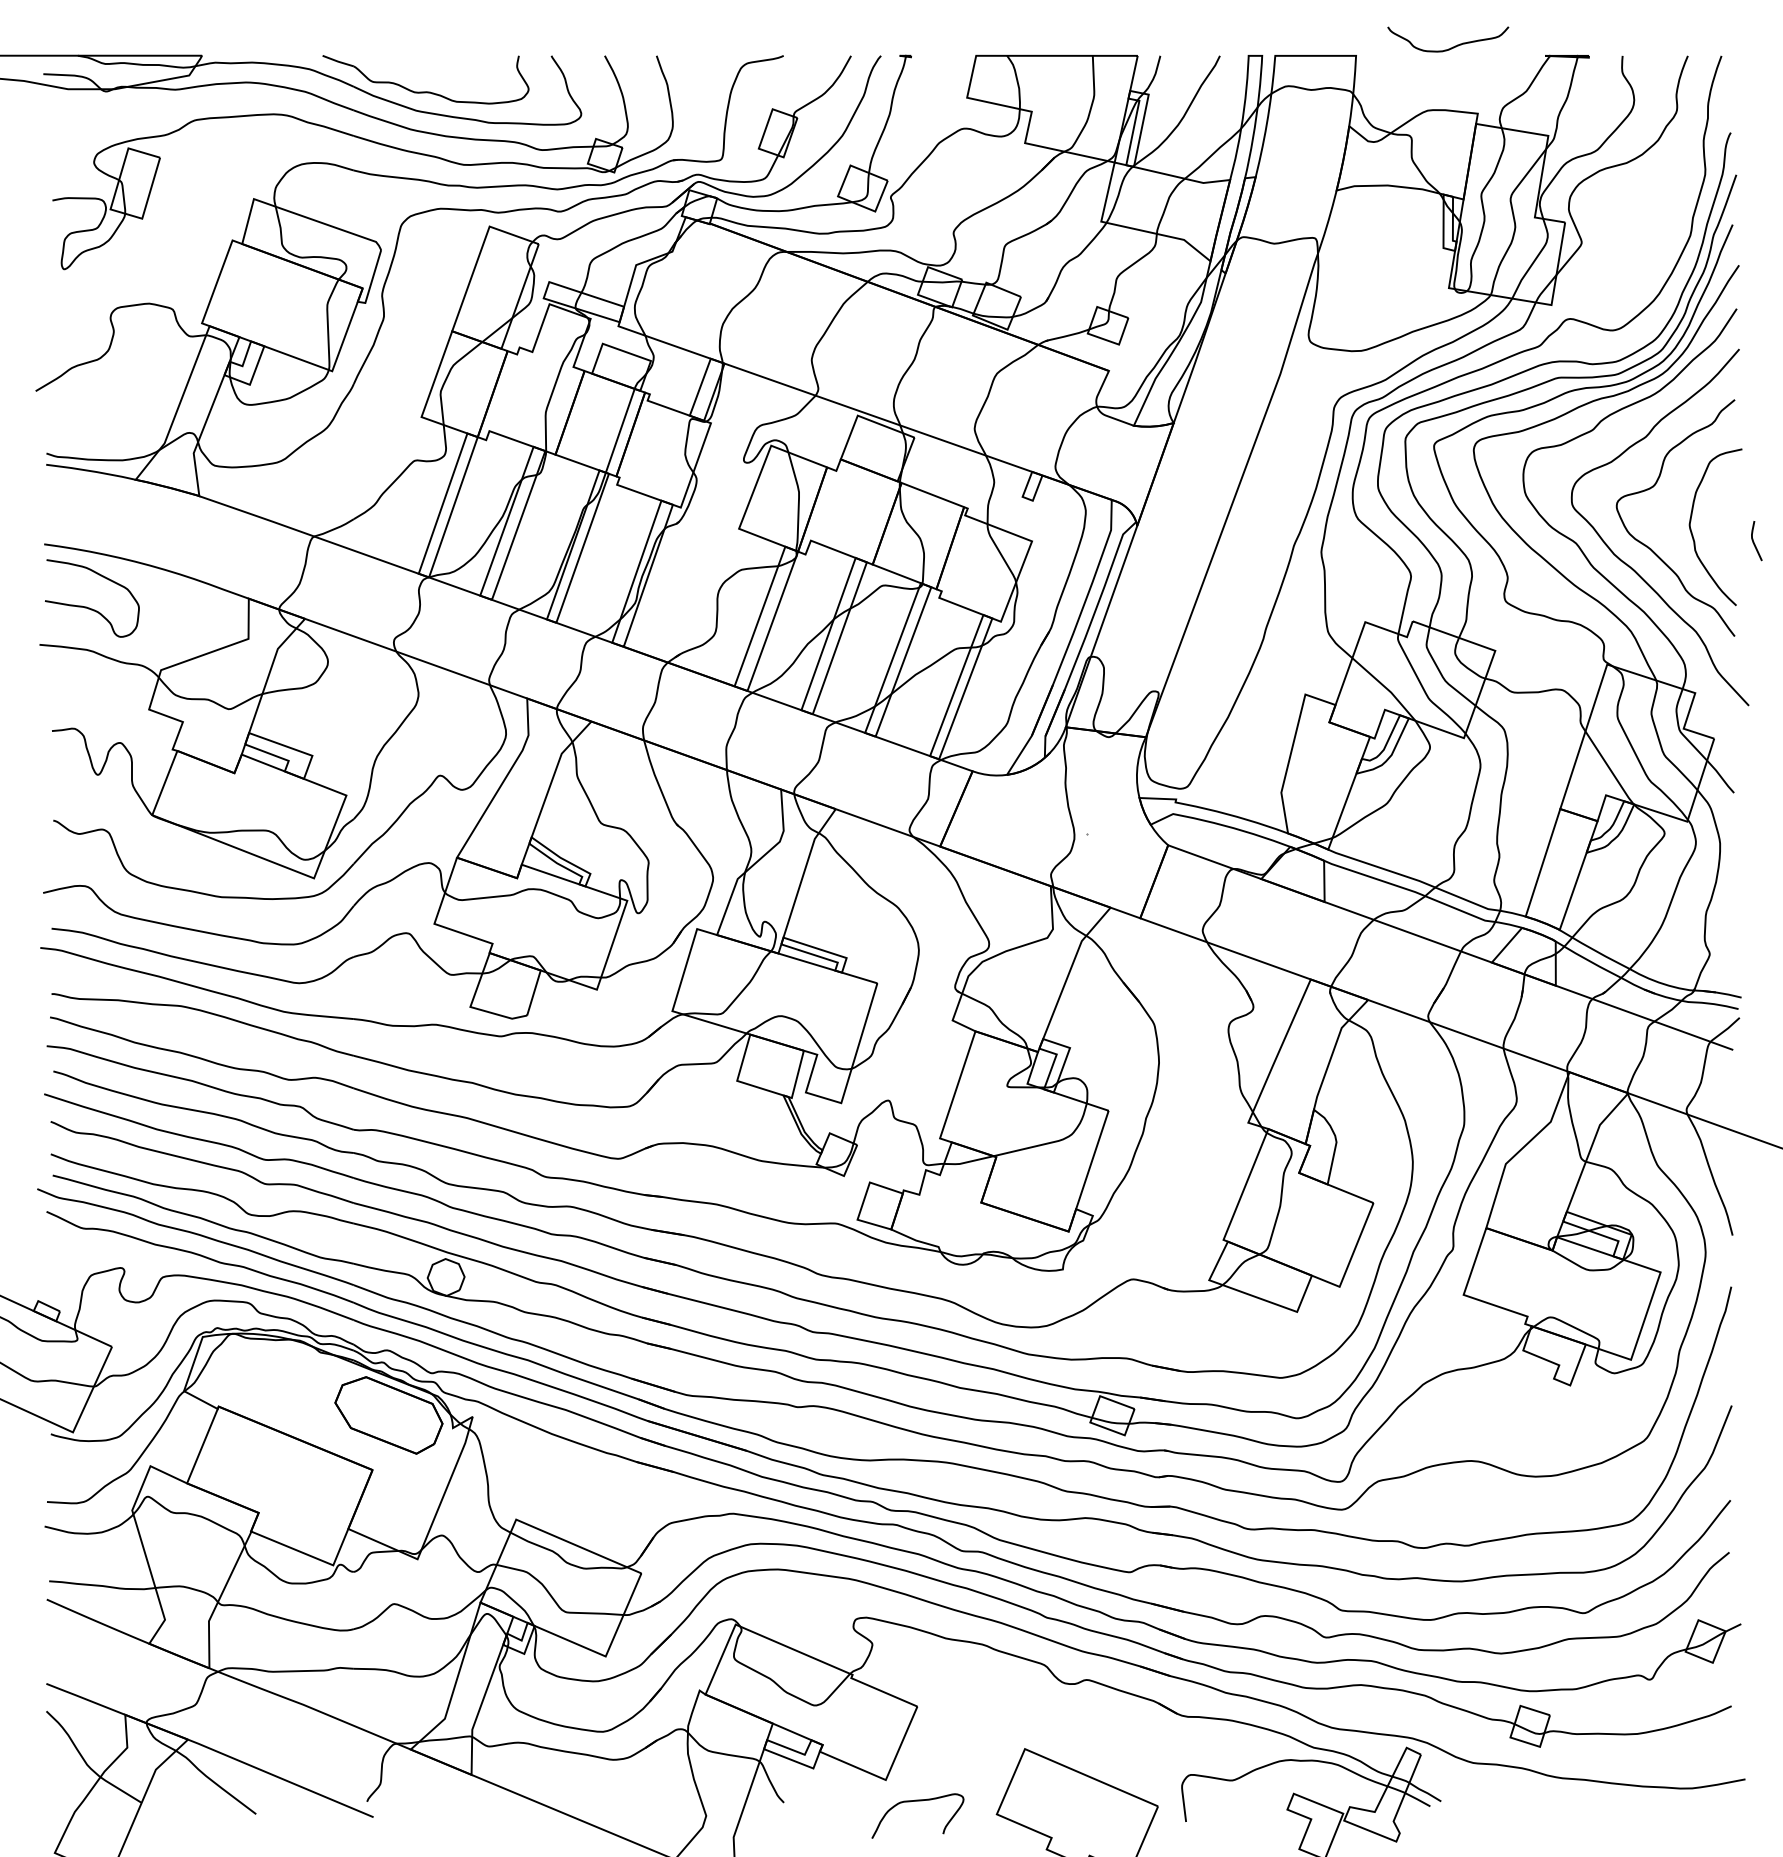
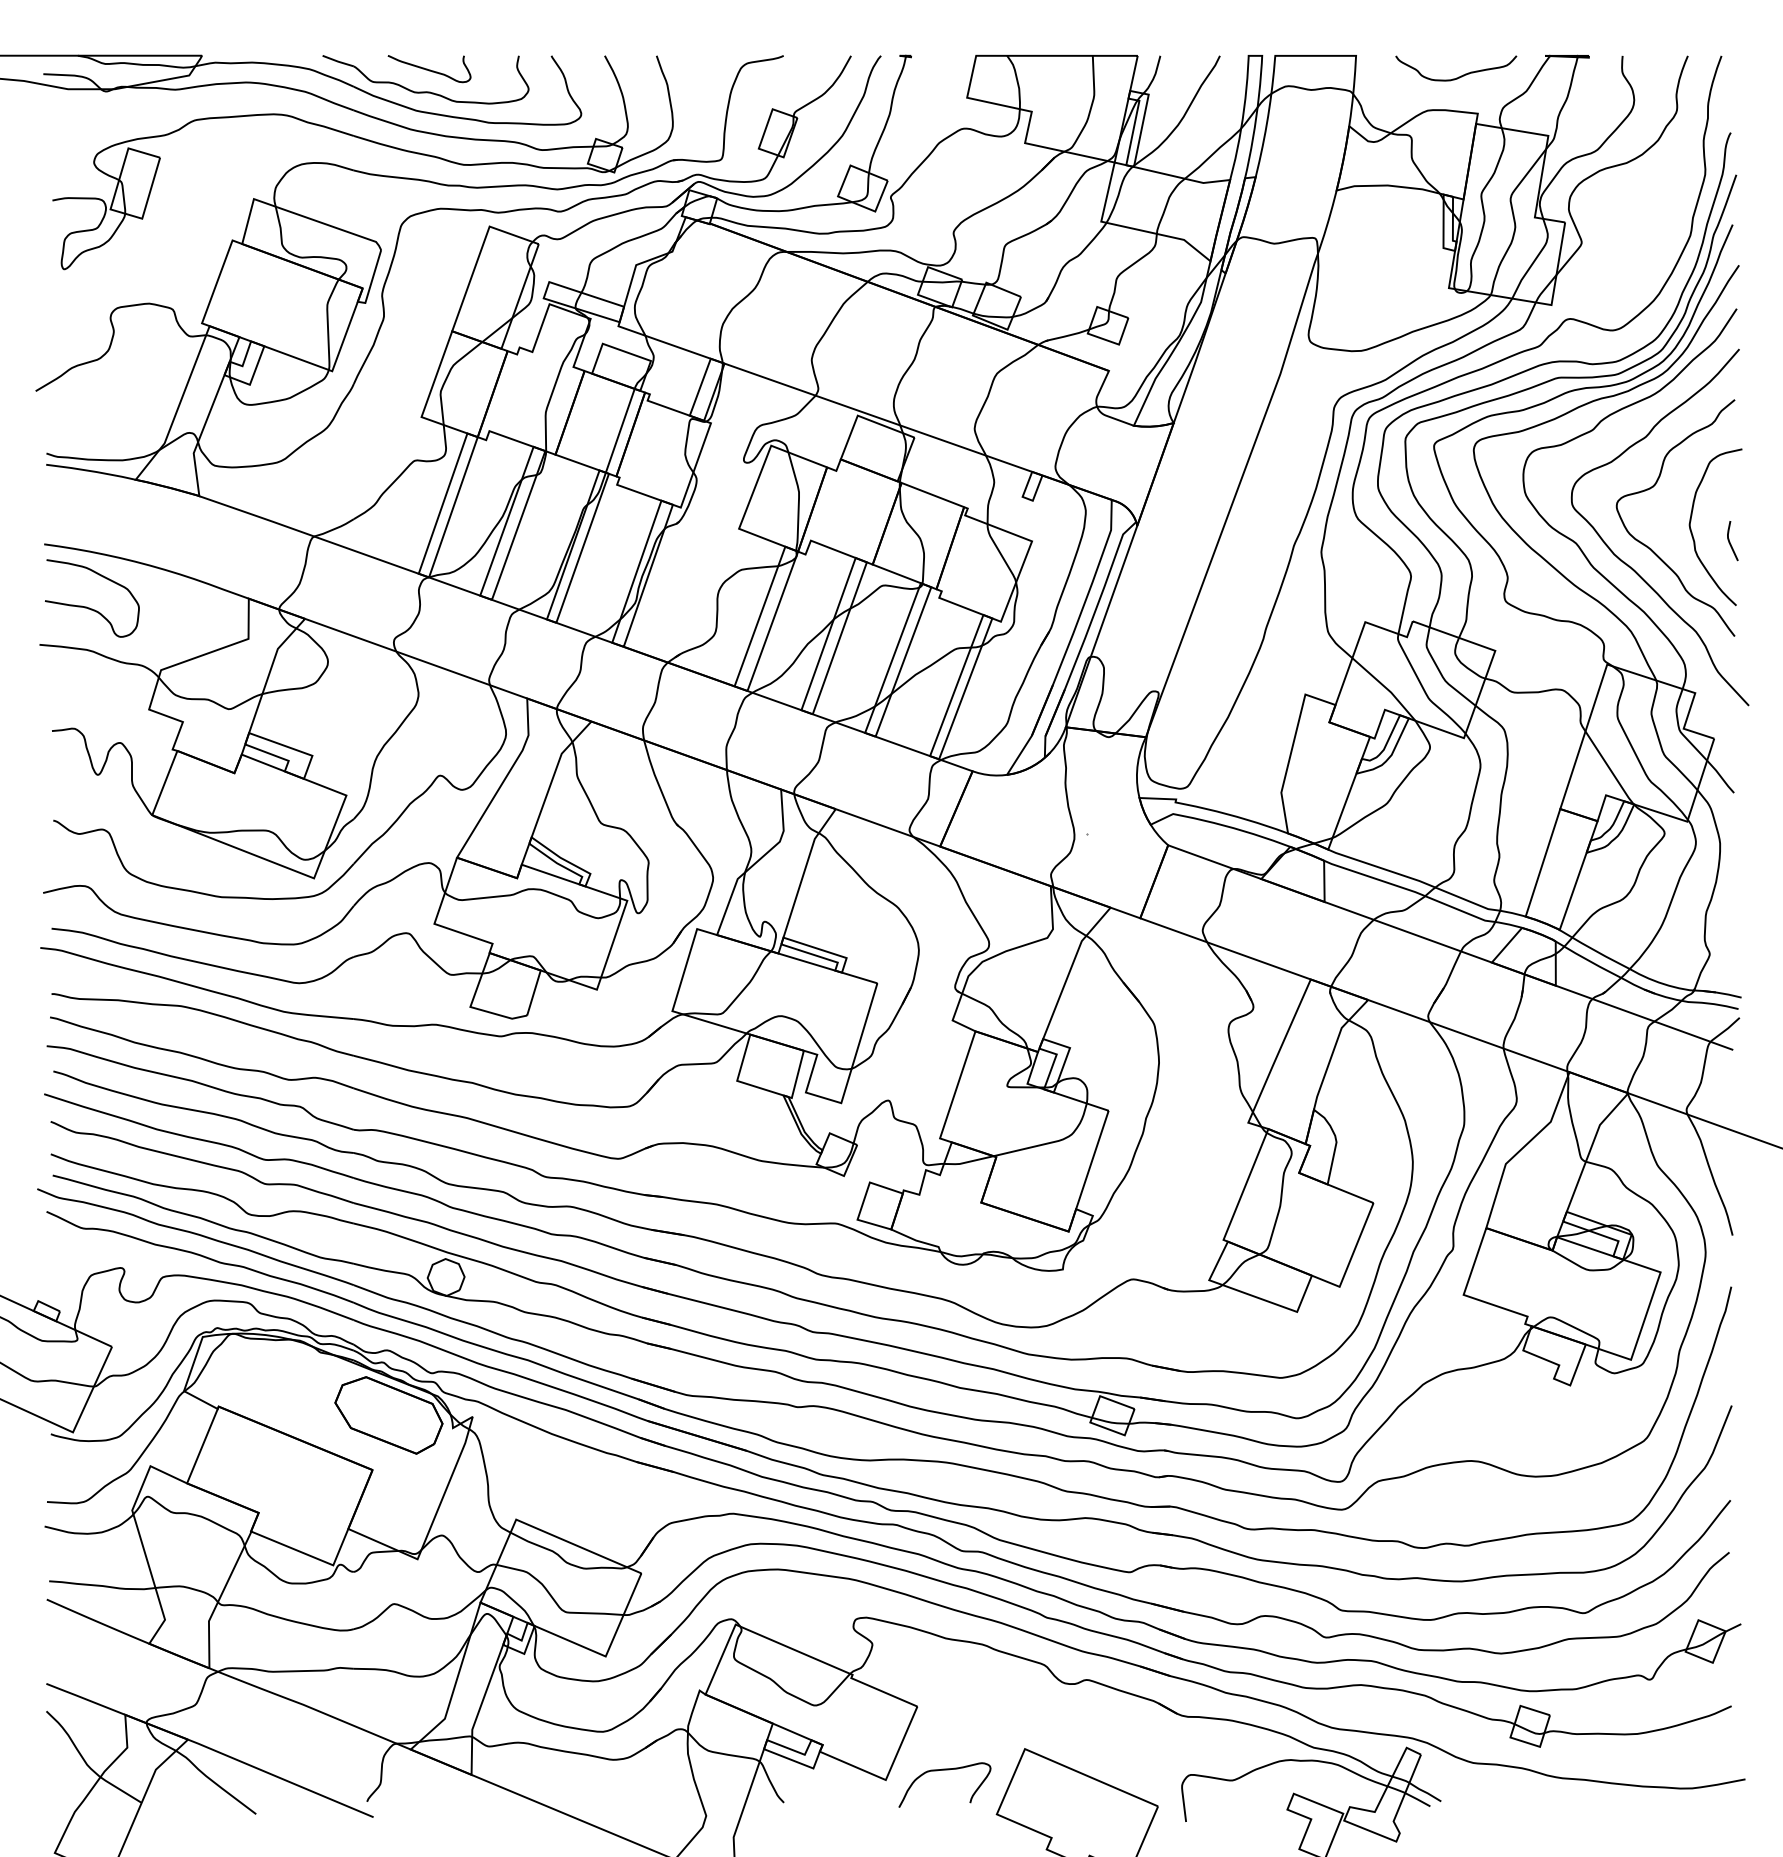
curve at (1450, 47) position: (1450, 47) -> (1458, 76)
curve at (429, 69): none -> present
curve at (1754, 541) position: (1754, 541) -> (1730, 541)
curve at (917, 1801) position: (917, 1801) -> (944, 1770)
